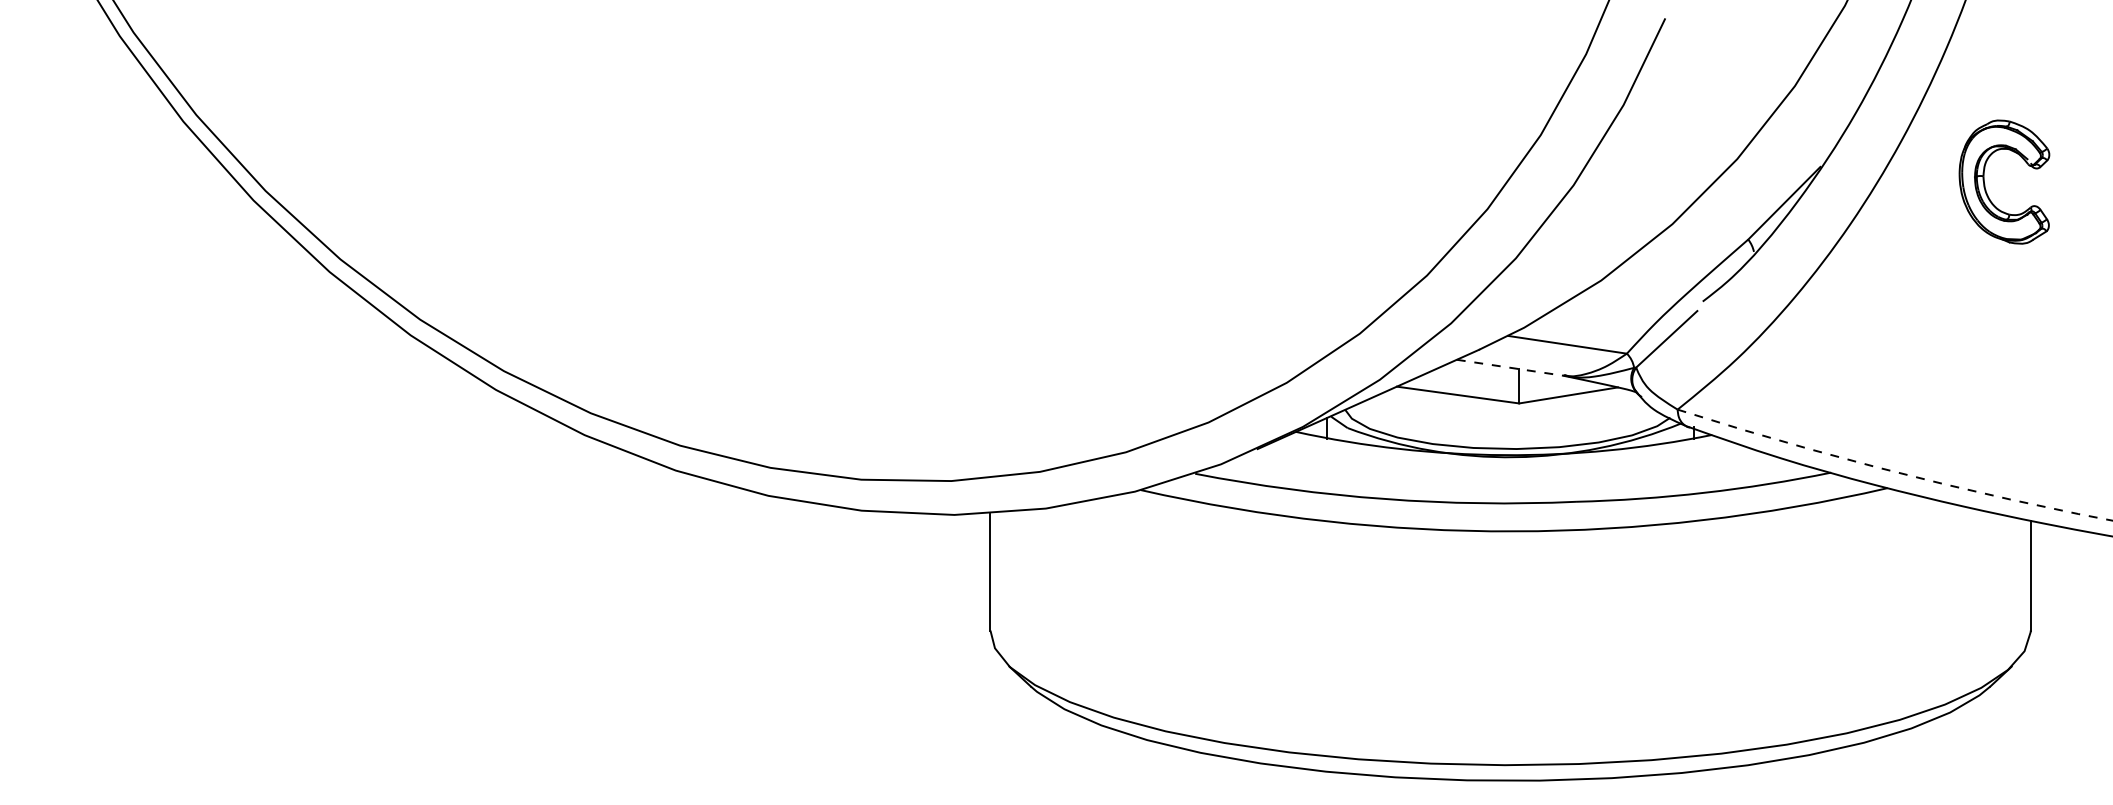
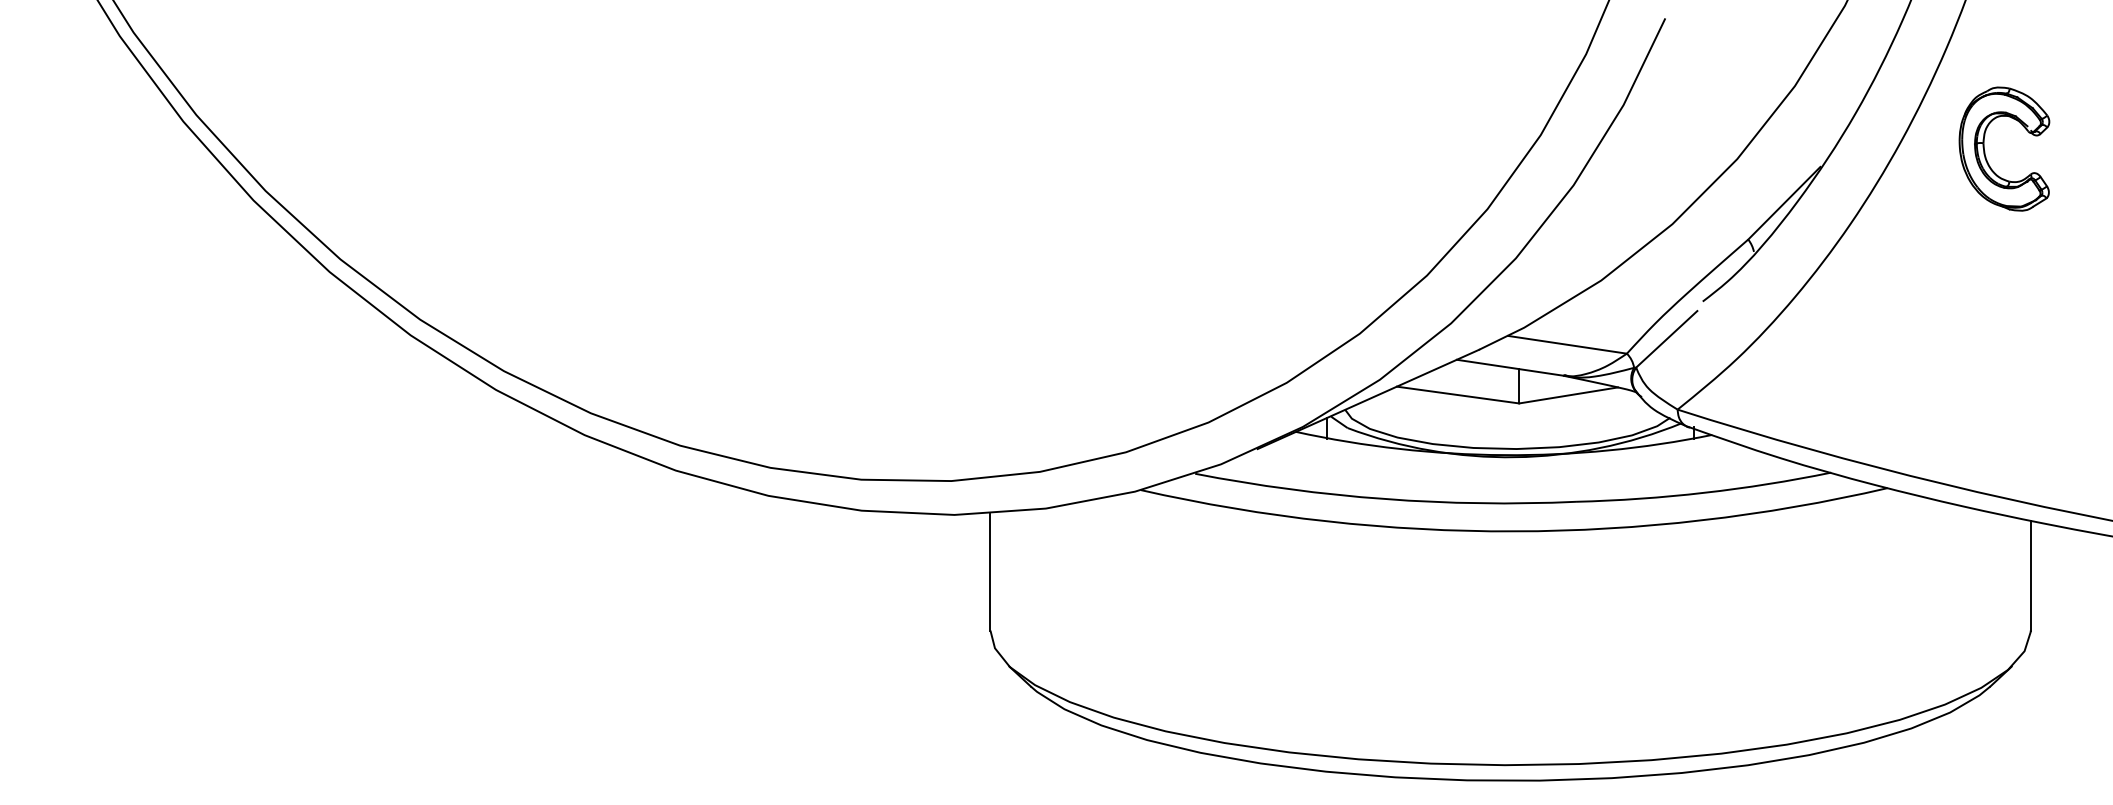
part at (1985, 184) position: (1985, 184) -> (1985, 151)
line at (1510, 367): dashed -> solid
arc at (1894, 471): dashed -> solid
